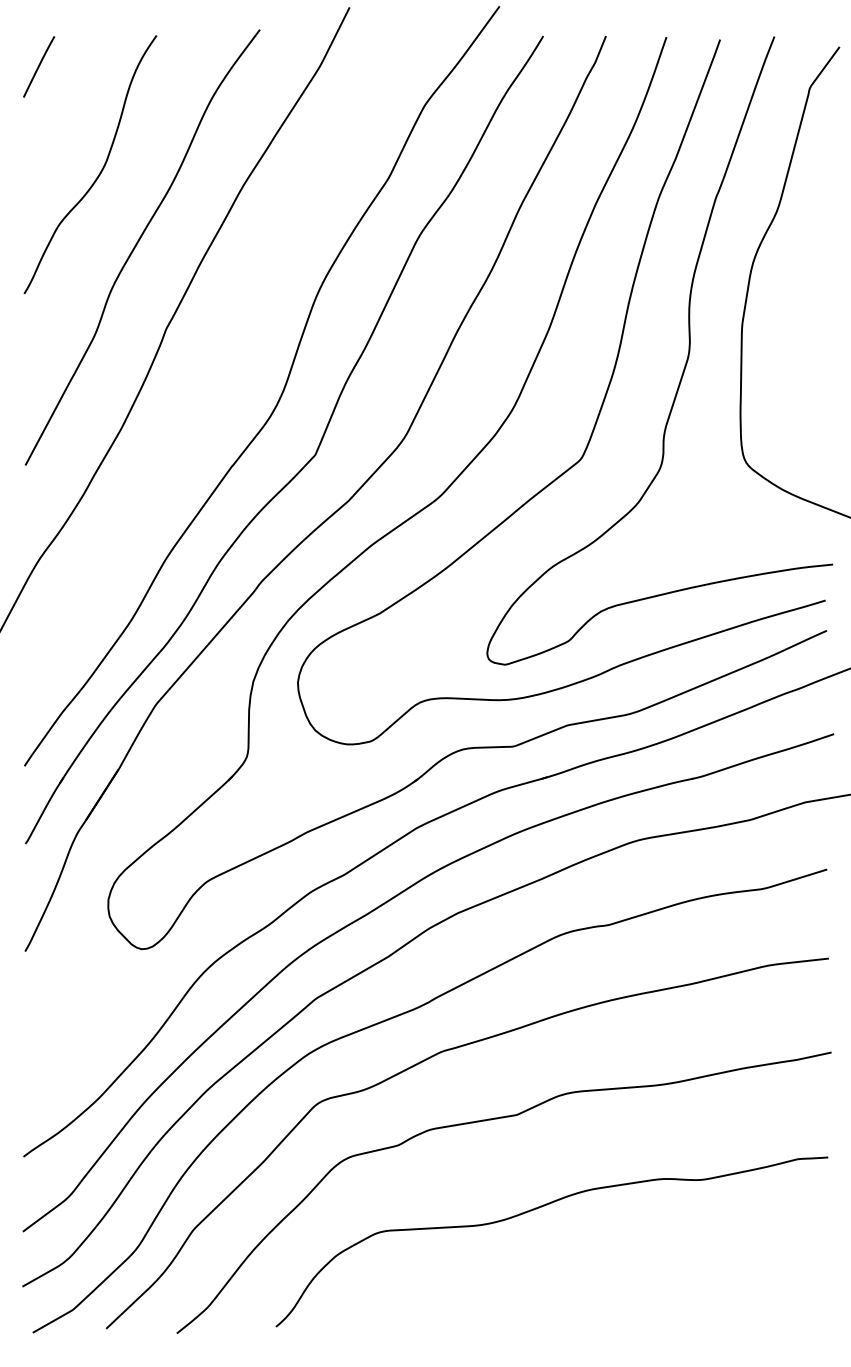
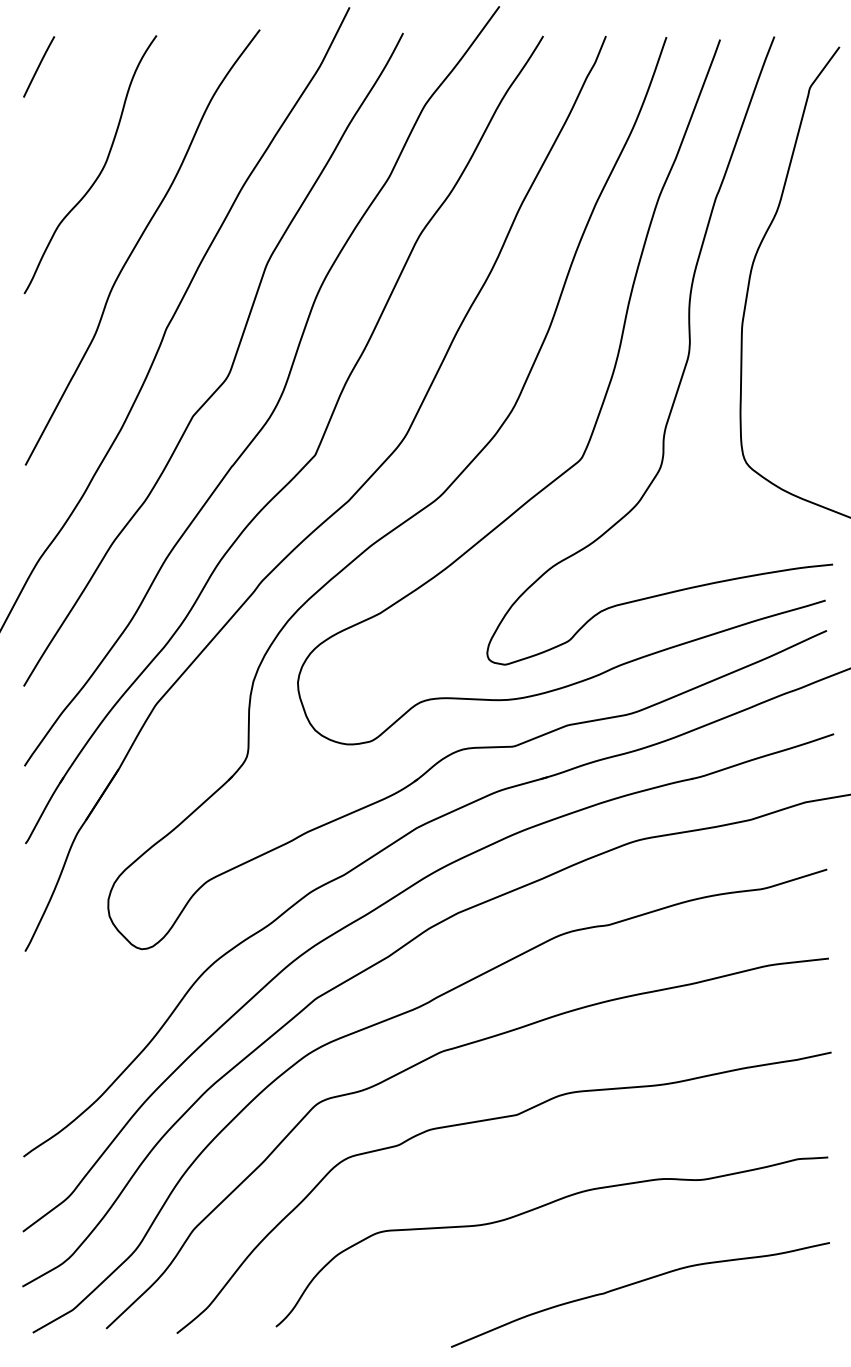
curve at (231, 364): none -> present
curve at (637, 1283): none -> present
